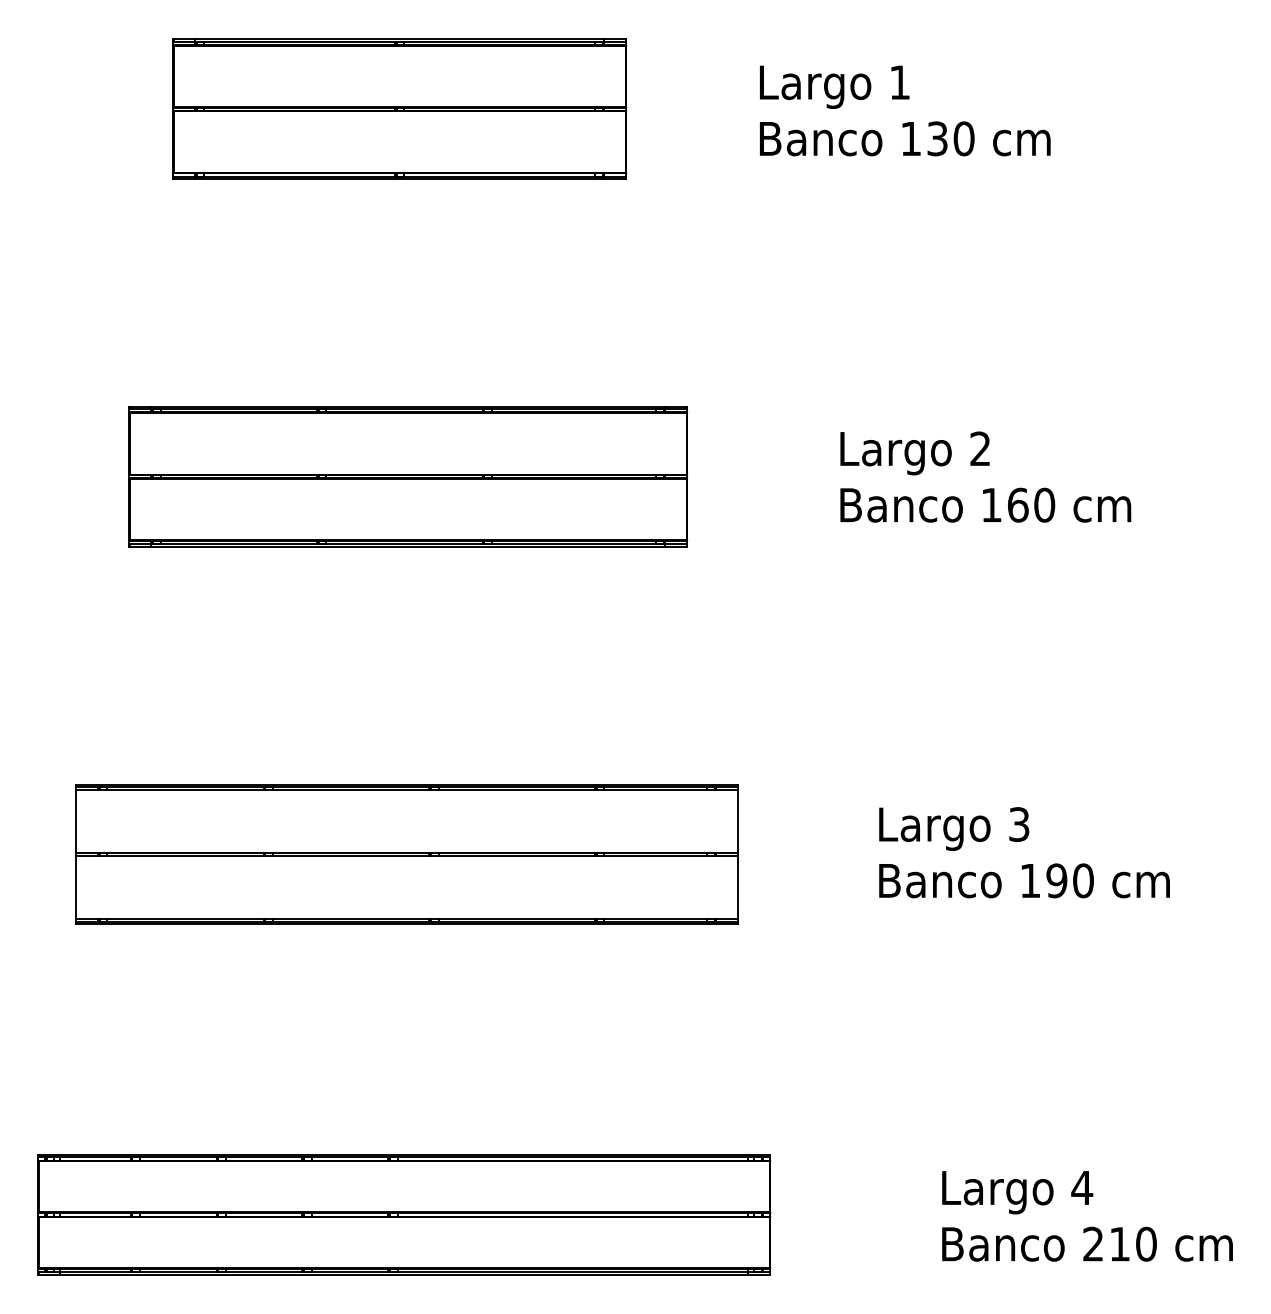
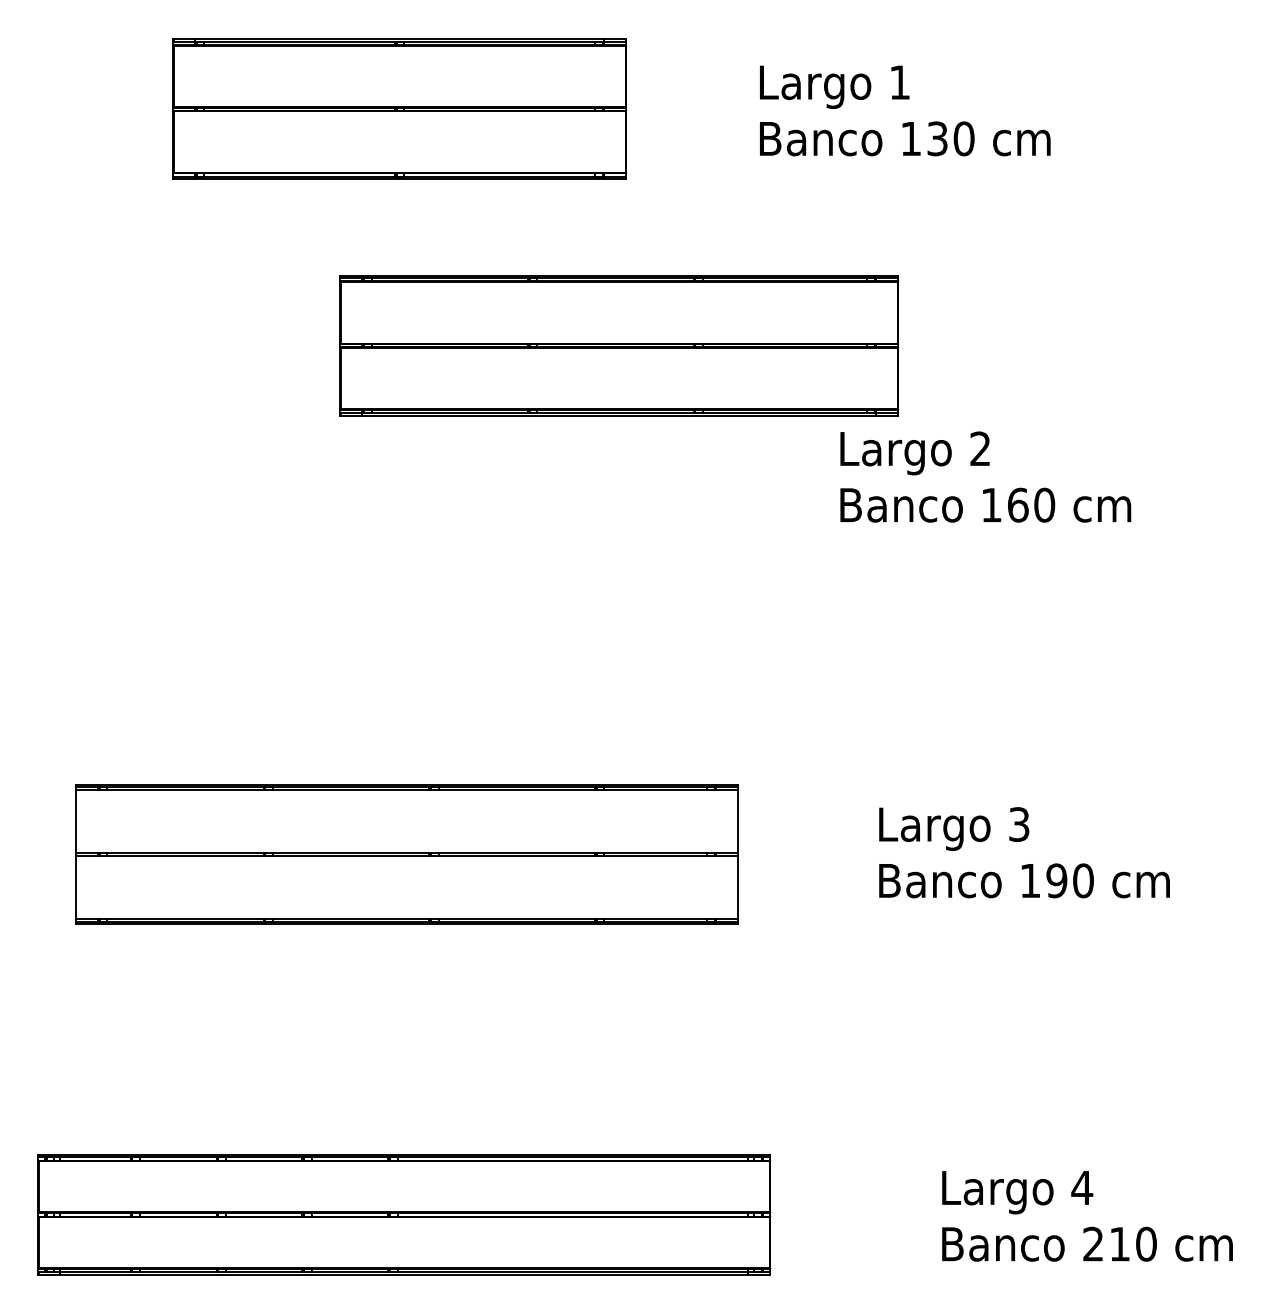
part at (408, 476) position: (408, 476) -> (619, 345)
